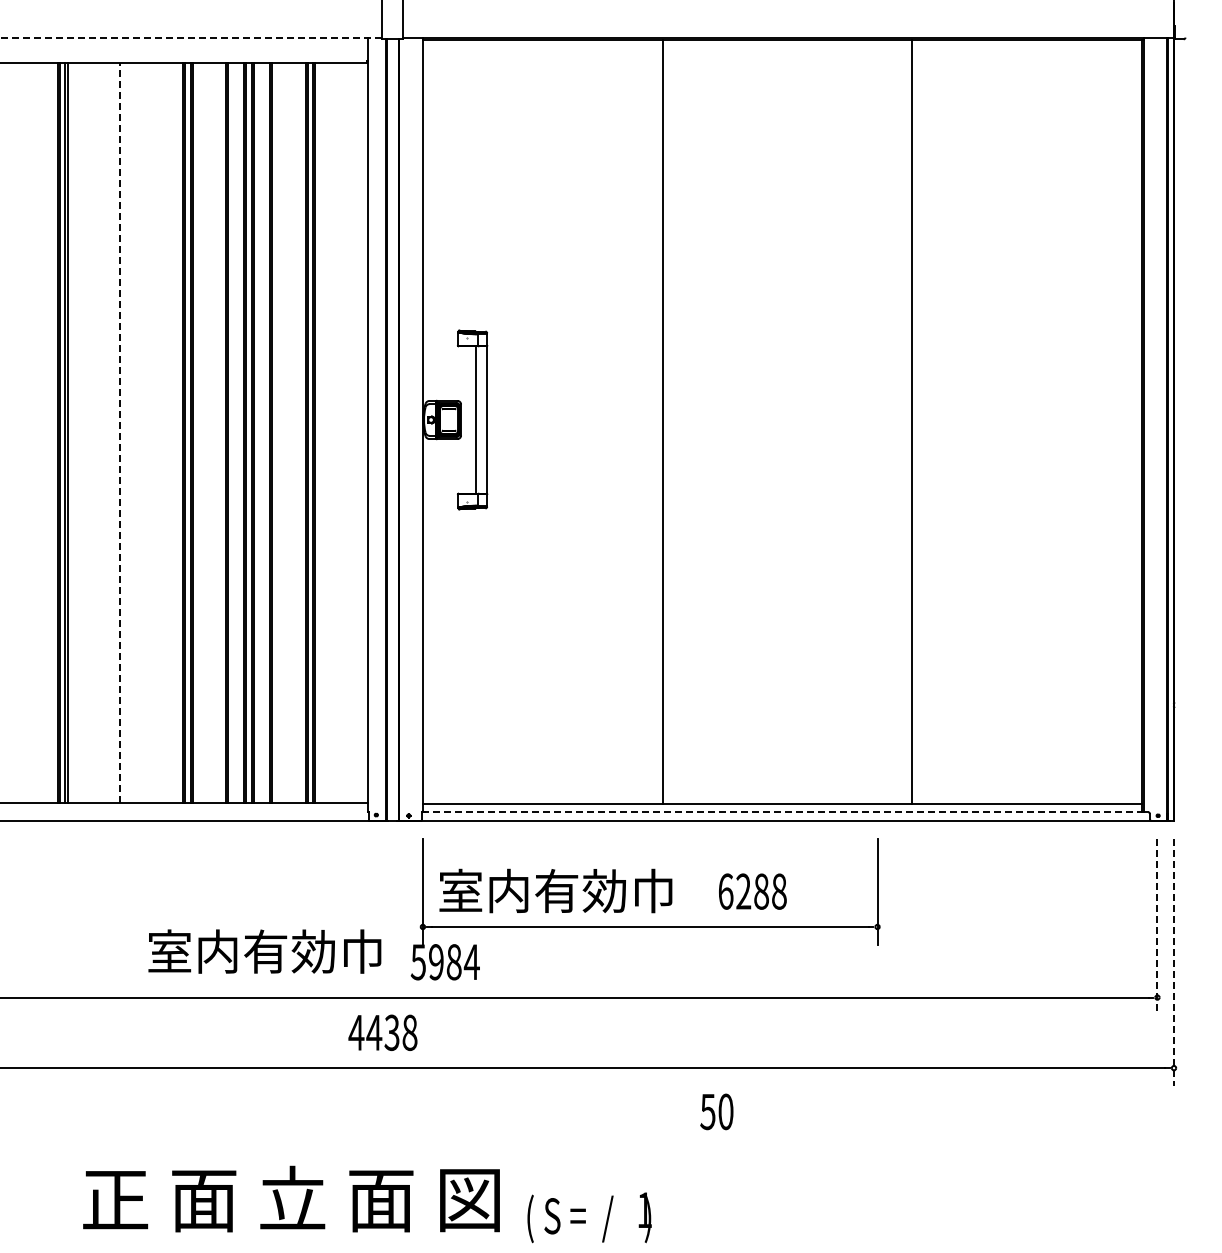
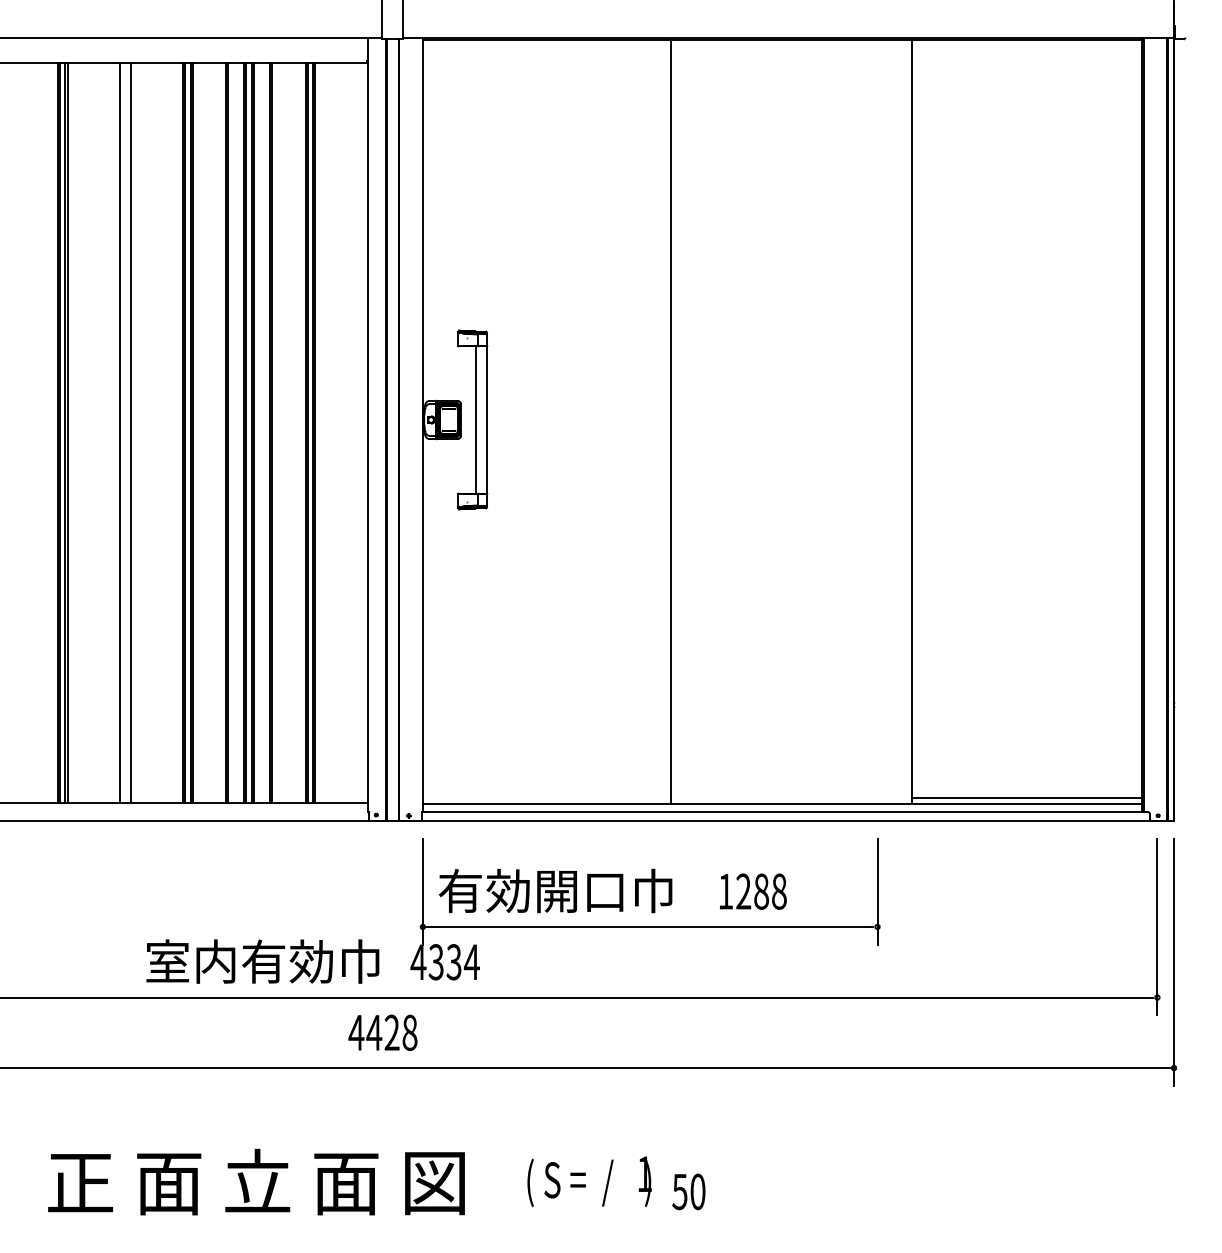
line at (191, 38): dashed -> solid
line at (663, 421) position: (663, 421) -> (671, 421)
line at (119, 432): dashed -> solid
line at (130, 433): none -> present
line at (1027, 798): none -> present
line at (785, 812): dashed -> solid
text at (531, 890): 室内有効巾 -> 有効開口巾
text at (726, 891): 6288 -> 1288
line at (1157, 927): dashed -> solid
text at (264, 951) position: (264, 951) -> (262, 961)
text at (435, 962): 5984 -> 4334
line at (1174, 962): dashed -> solid
text at (391, 1033): 4438 -> 4428
text at (716, 1111) position: (716, 1111) -> (688, 1191)
text at (291, 1198) position: (291, 1198) -> (256, 1181)
text at (589, 1217) position: (589, 1217) -> (589, 1181)
